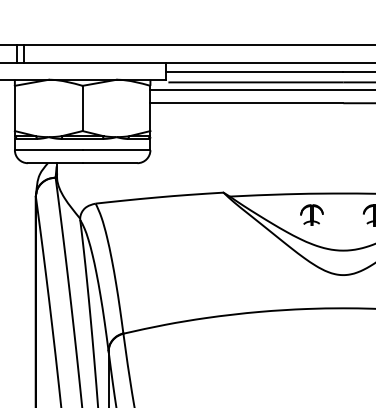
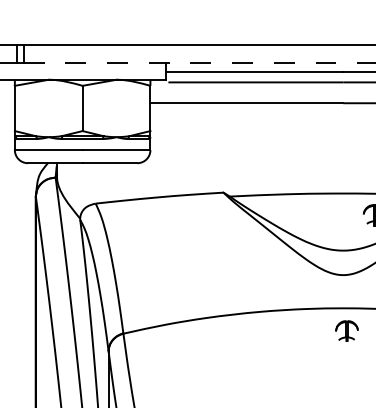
line at (199, 63): solid -> dashed
line at (261, 90): present -> none
part at (311, 214) position: (311, 214) -> (346, 330)
